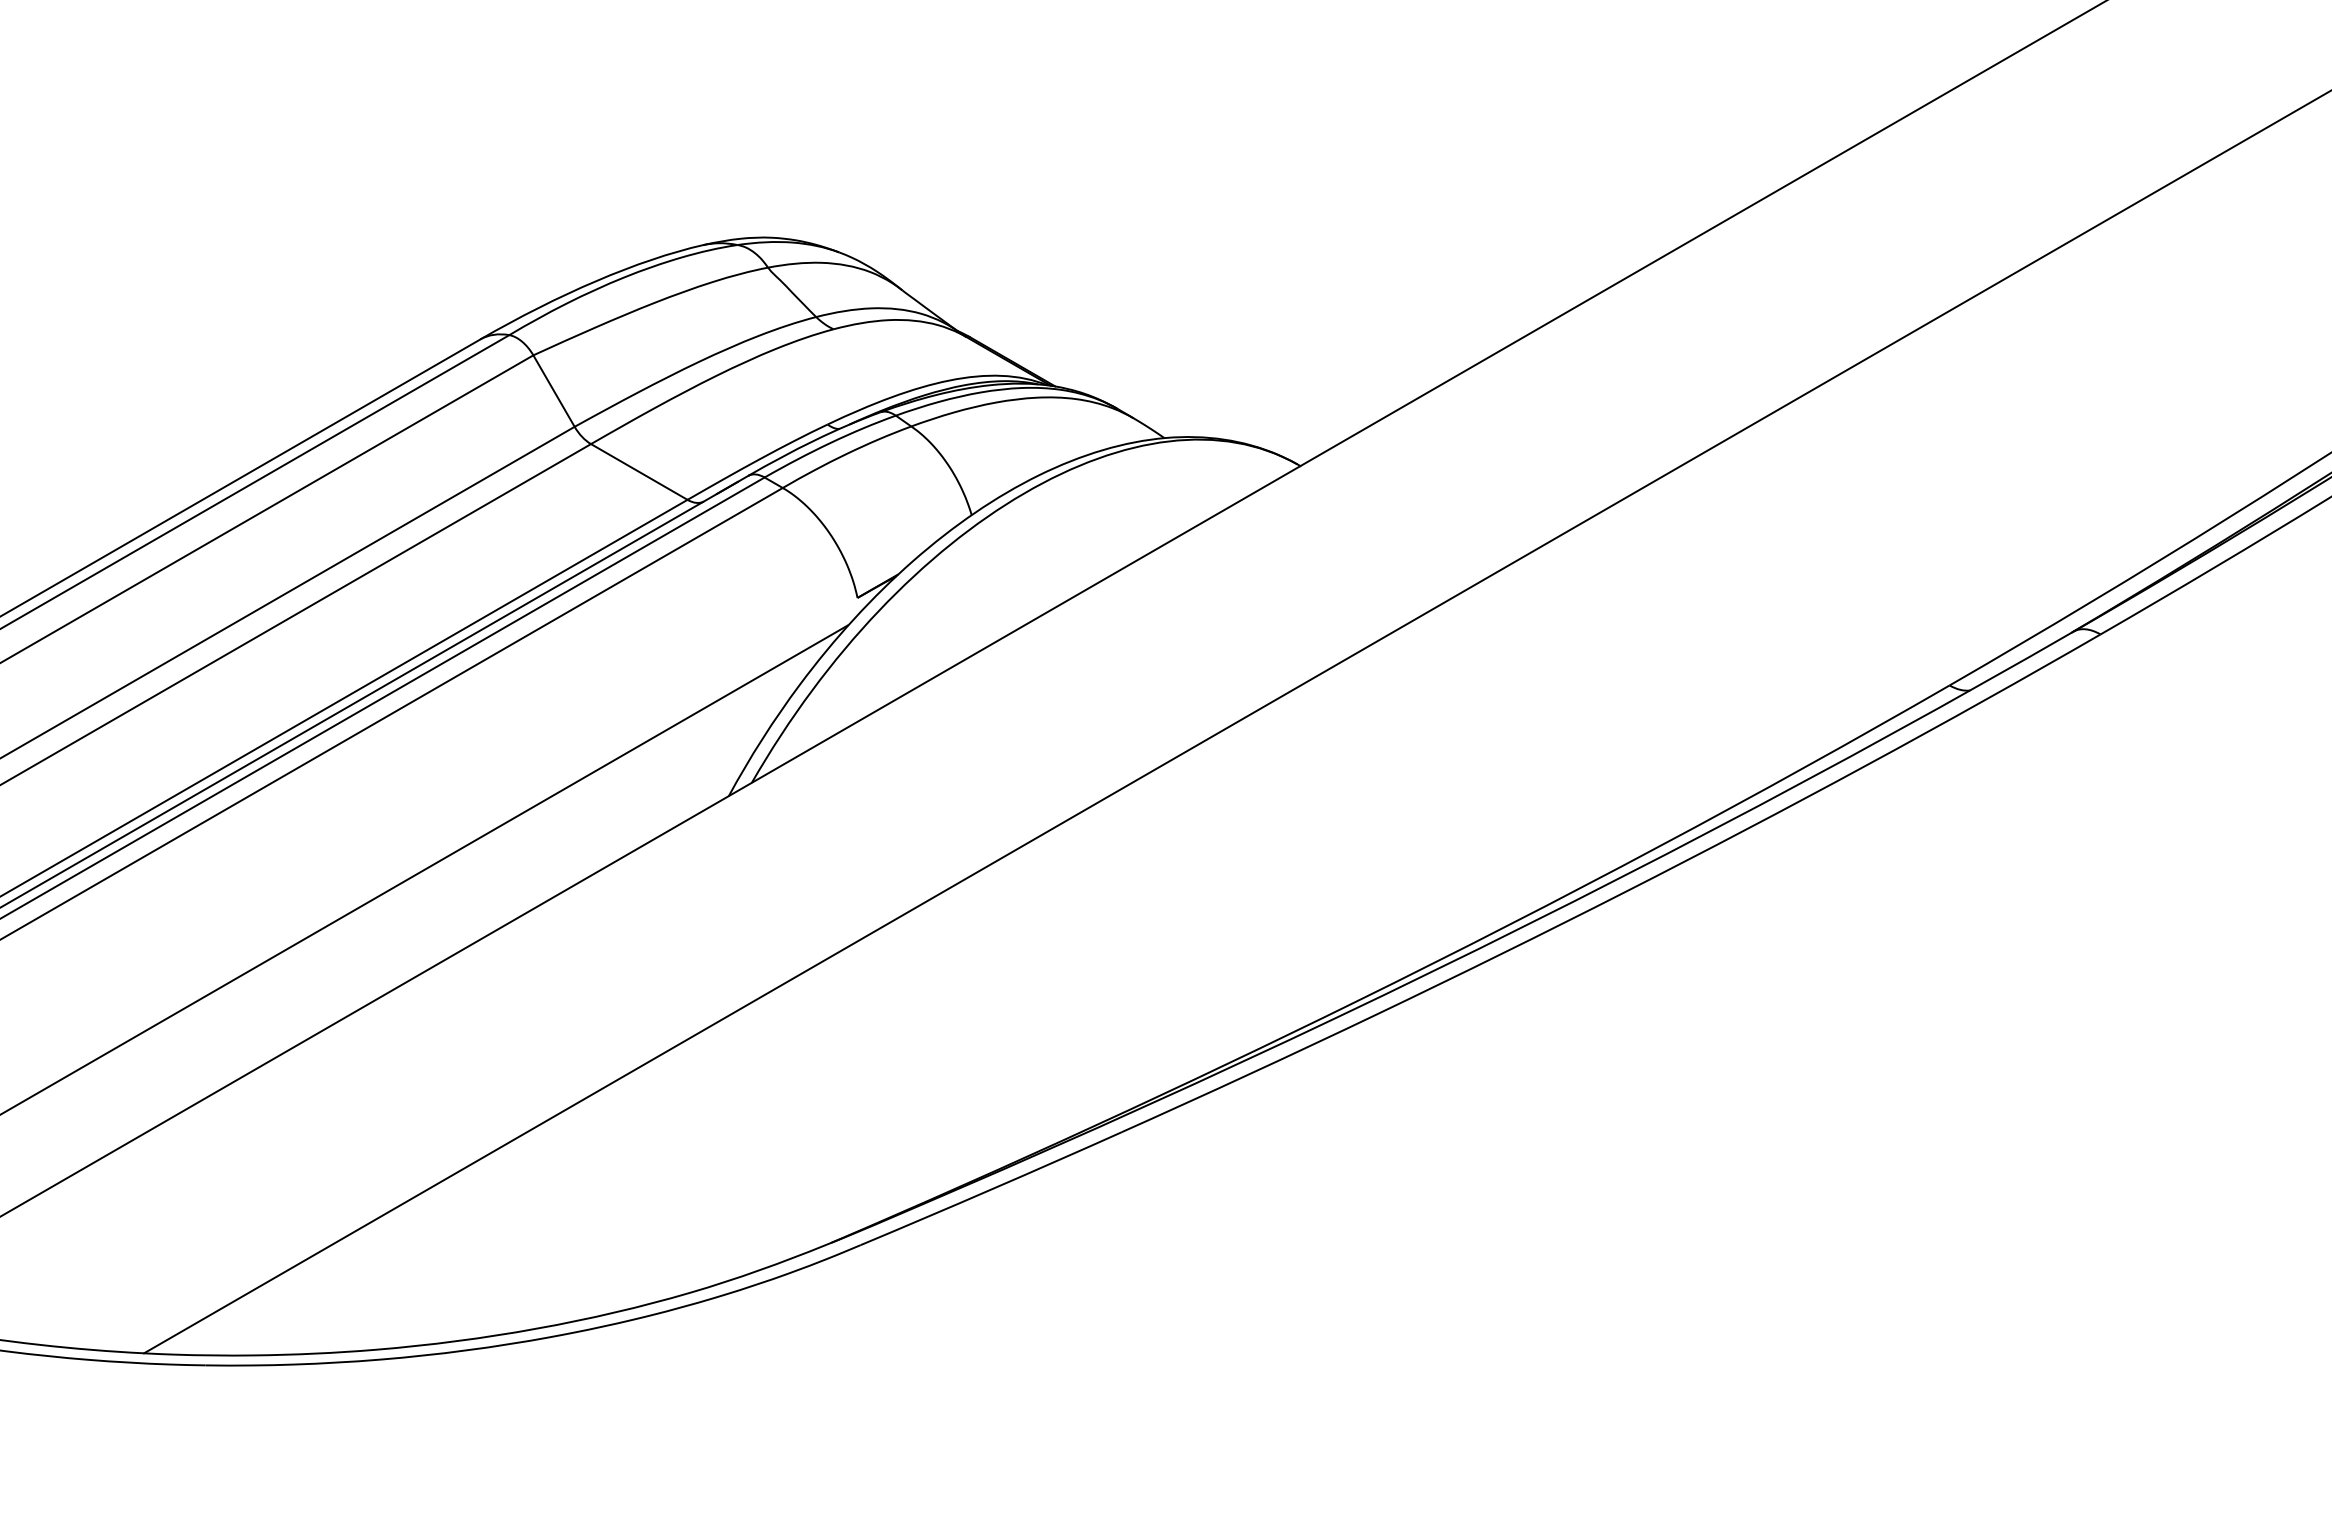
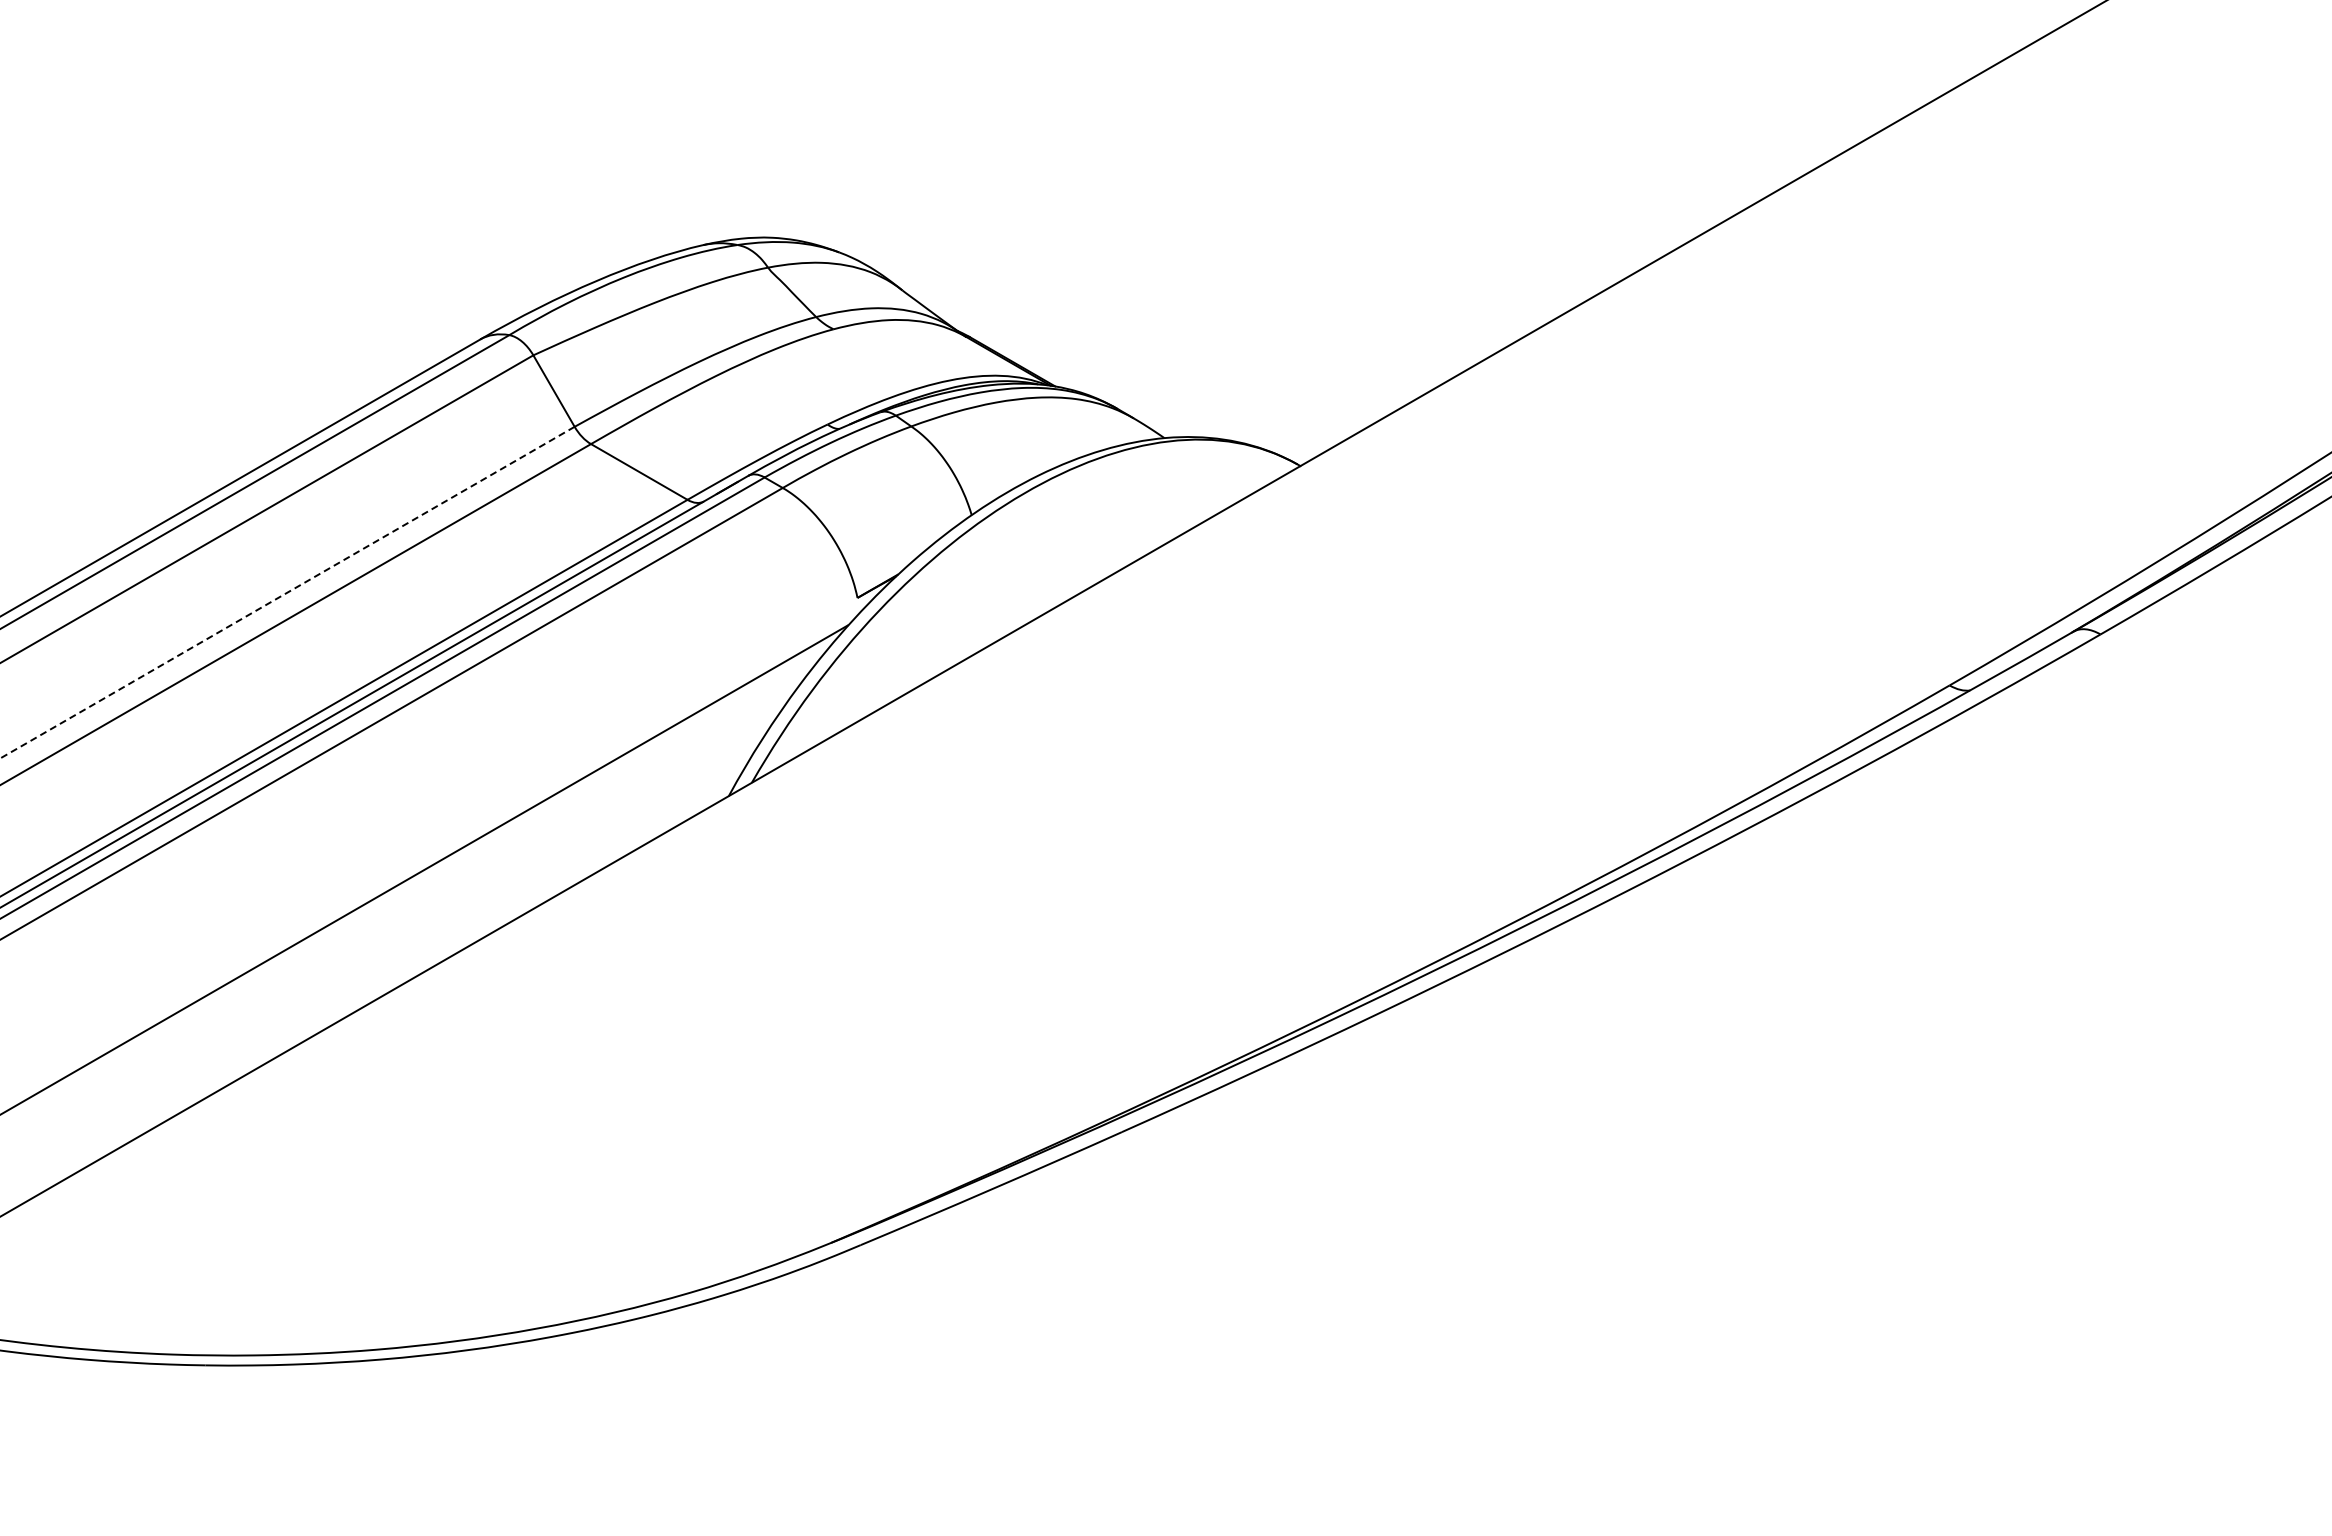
line at (287, 592): solid -> dashed
line at (1236, 722): present -> none
